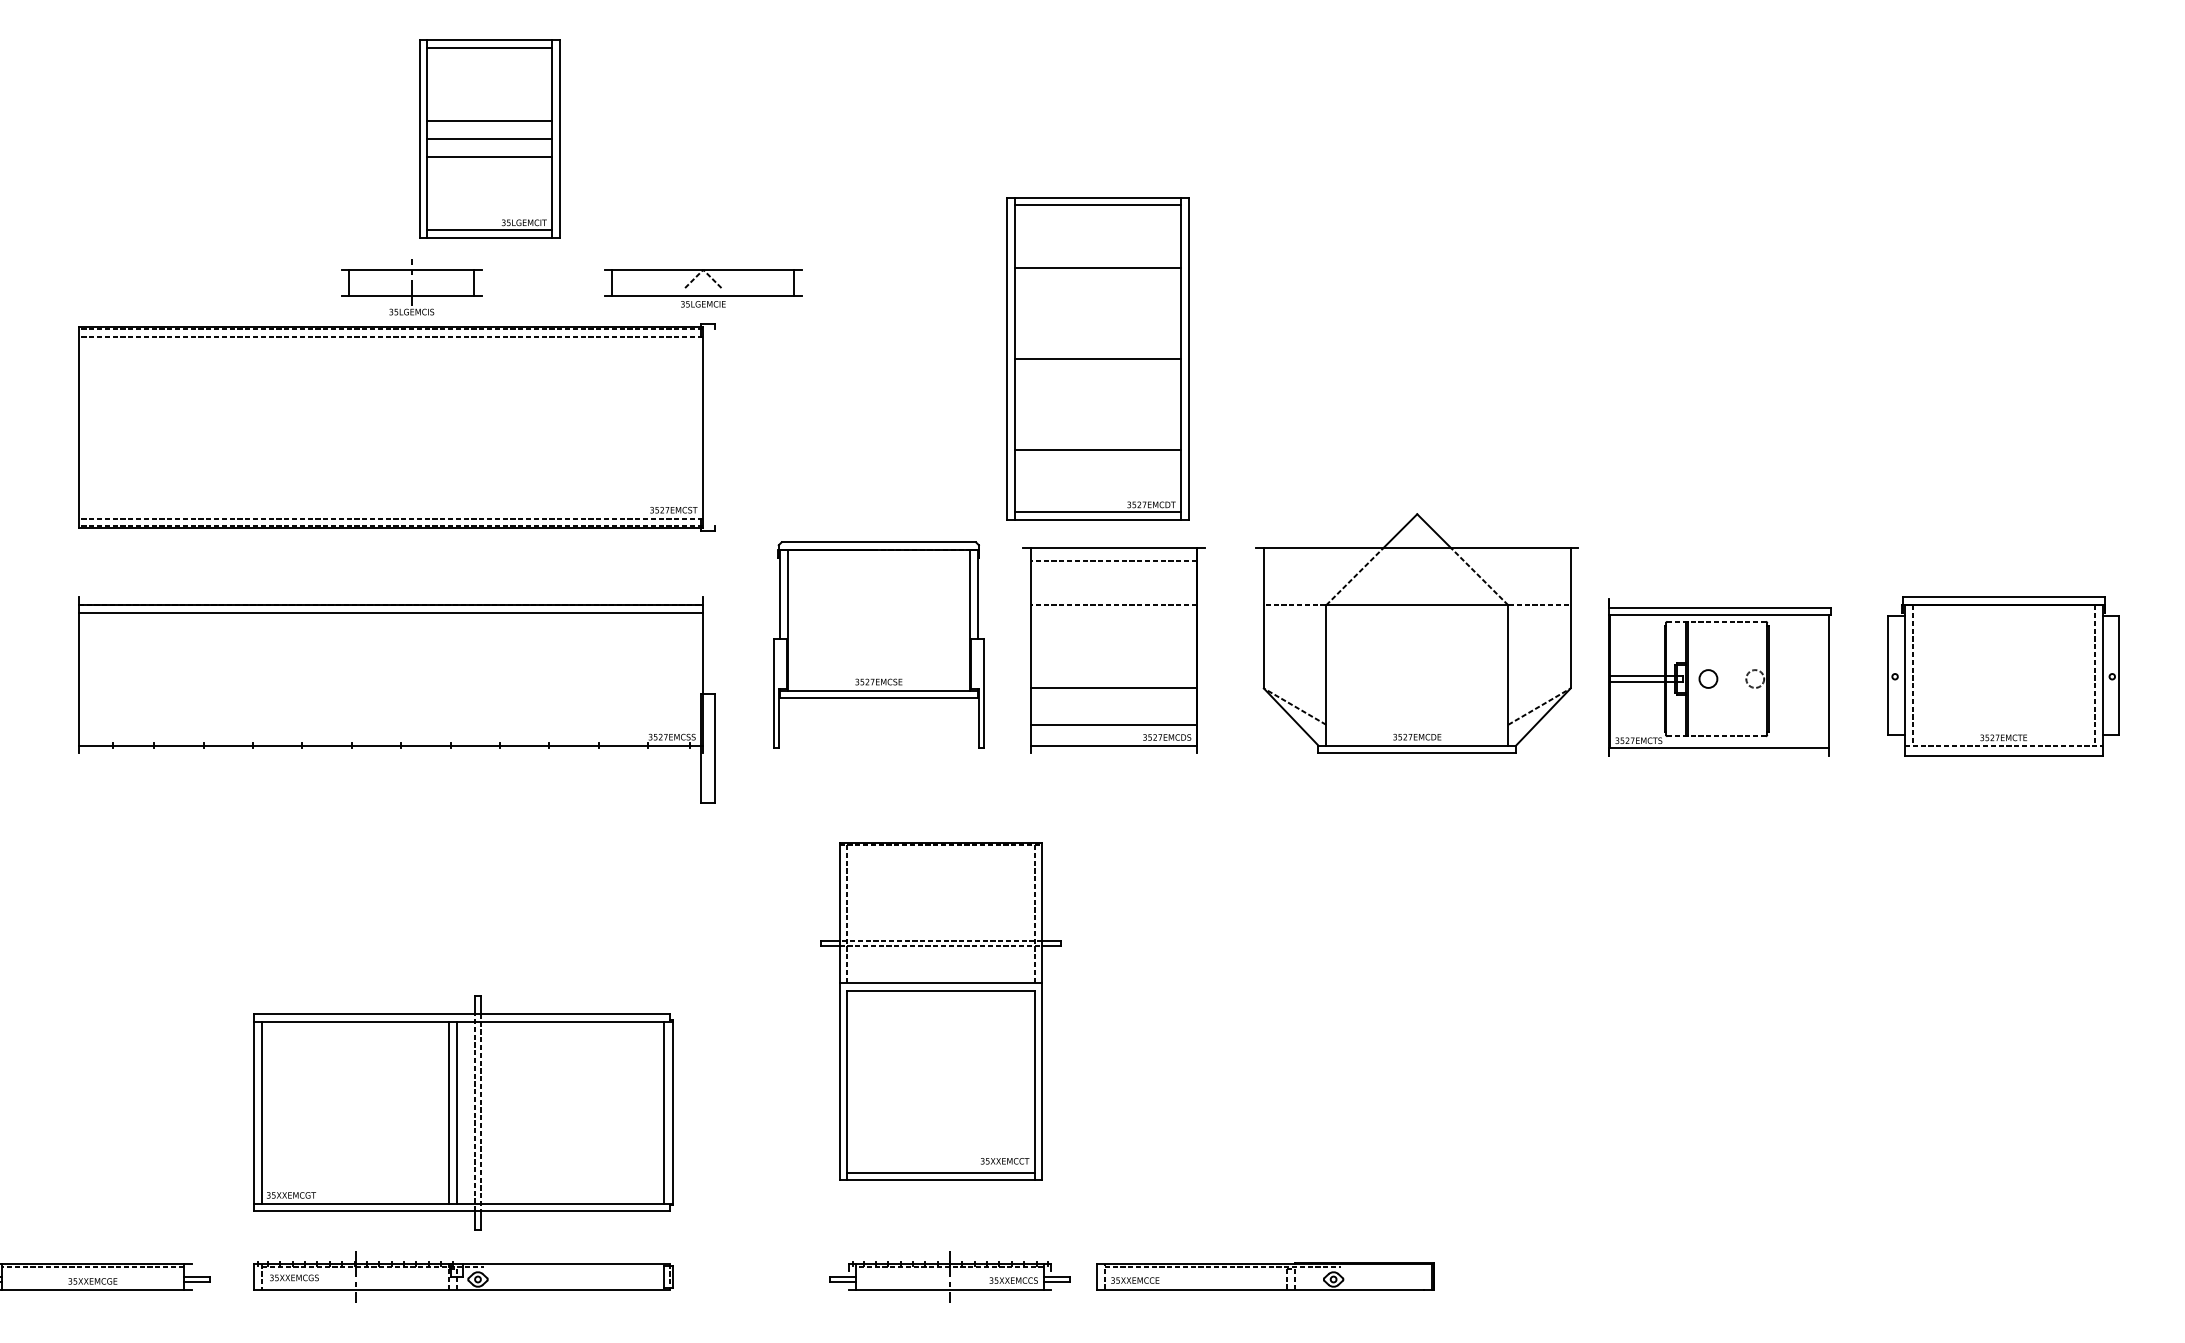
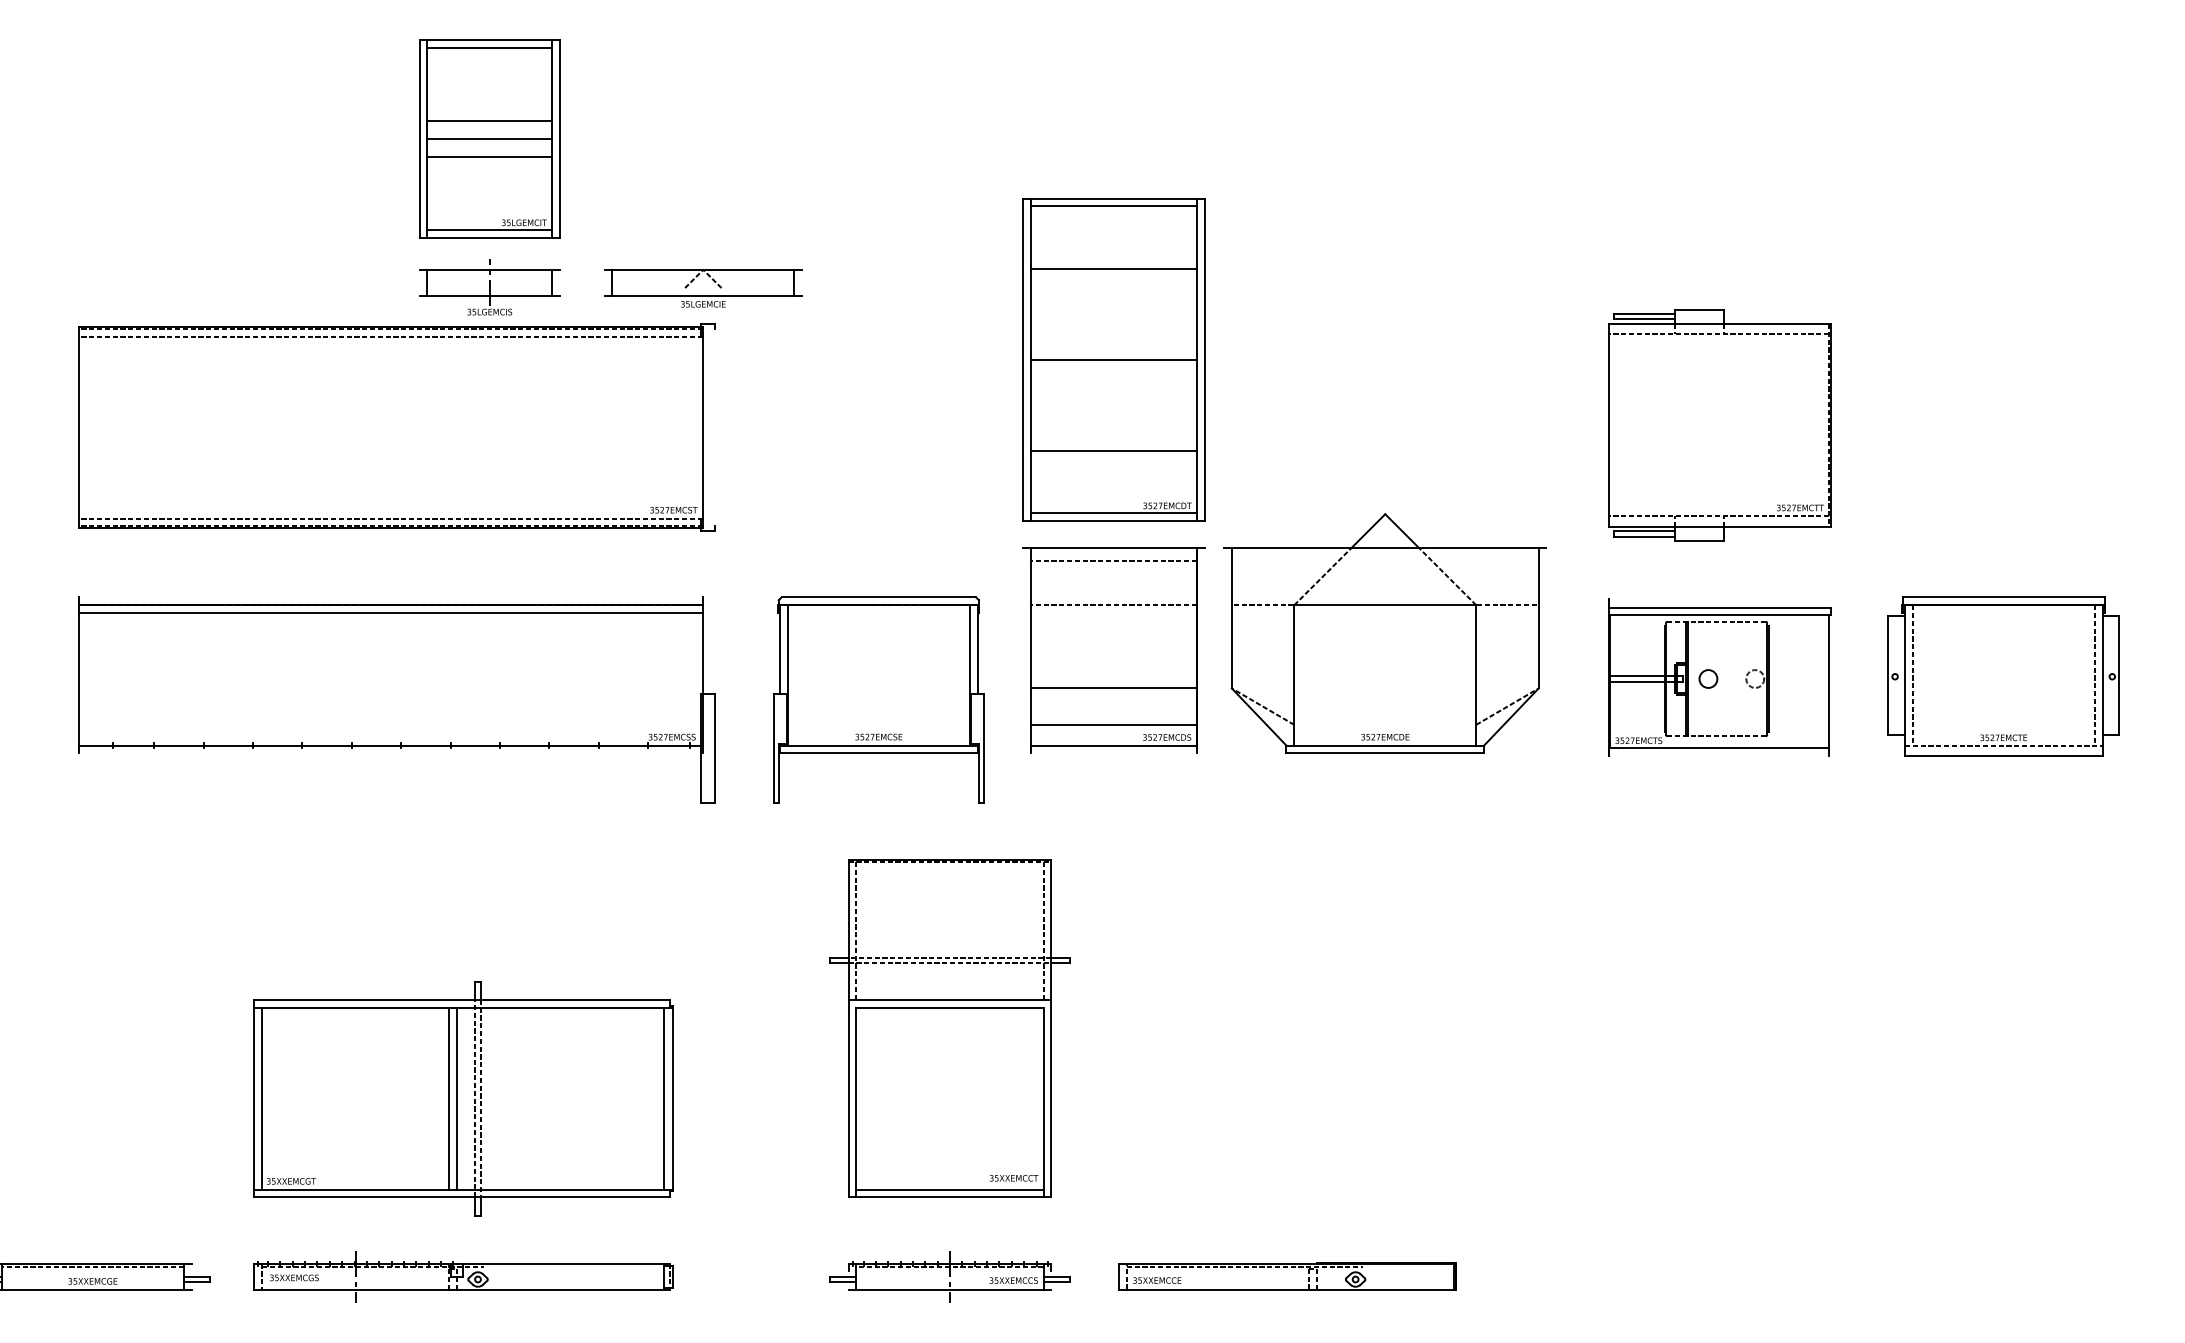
part at (411, 287) position: (411, 287) -> (489, 287)
part at (1097, 358) position: (1097, 358) -> (1113, 359)
part at (1719, 425): none -> present
part at (1416, 633) position: (1416, 633) -> (1384, 633)
part at (878, 644) position: (878, 644) -> (878, 699)
part at (940, 1011) position: (940, 1011) -> (949, 1028)
part at (463, 1112) position: (463, 1112) -> (463, 1098)
part at (1265, 1276) position: (1265, 1276) -> (1287, 1276)
